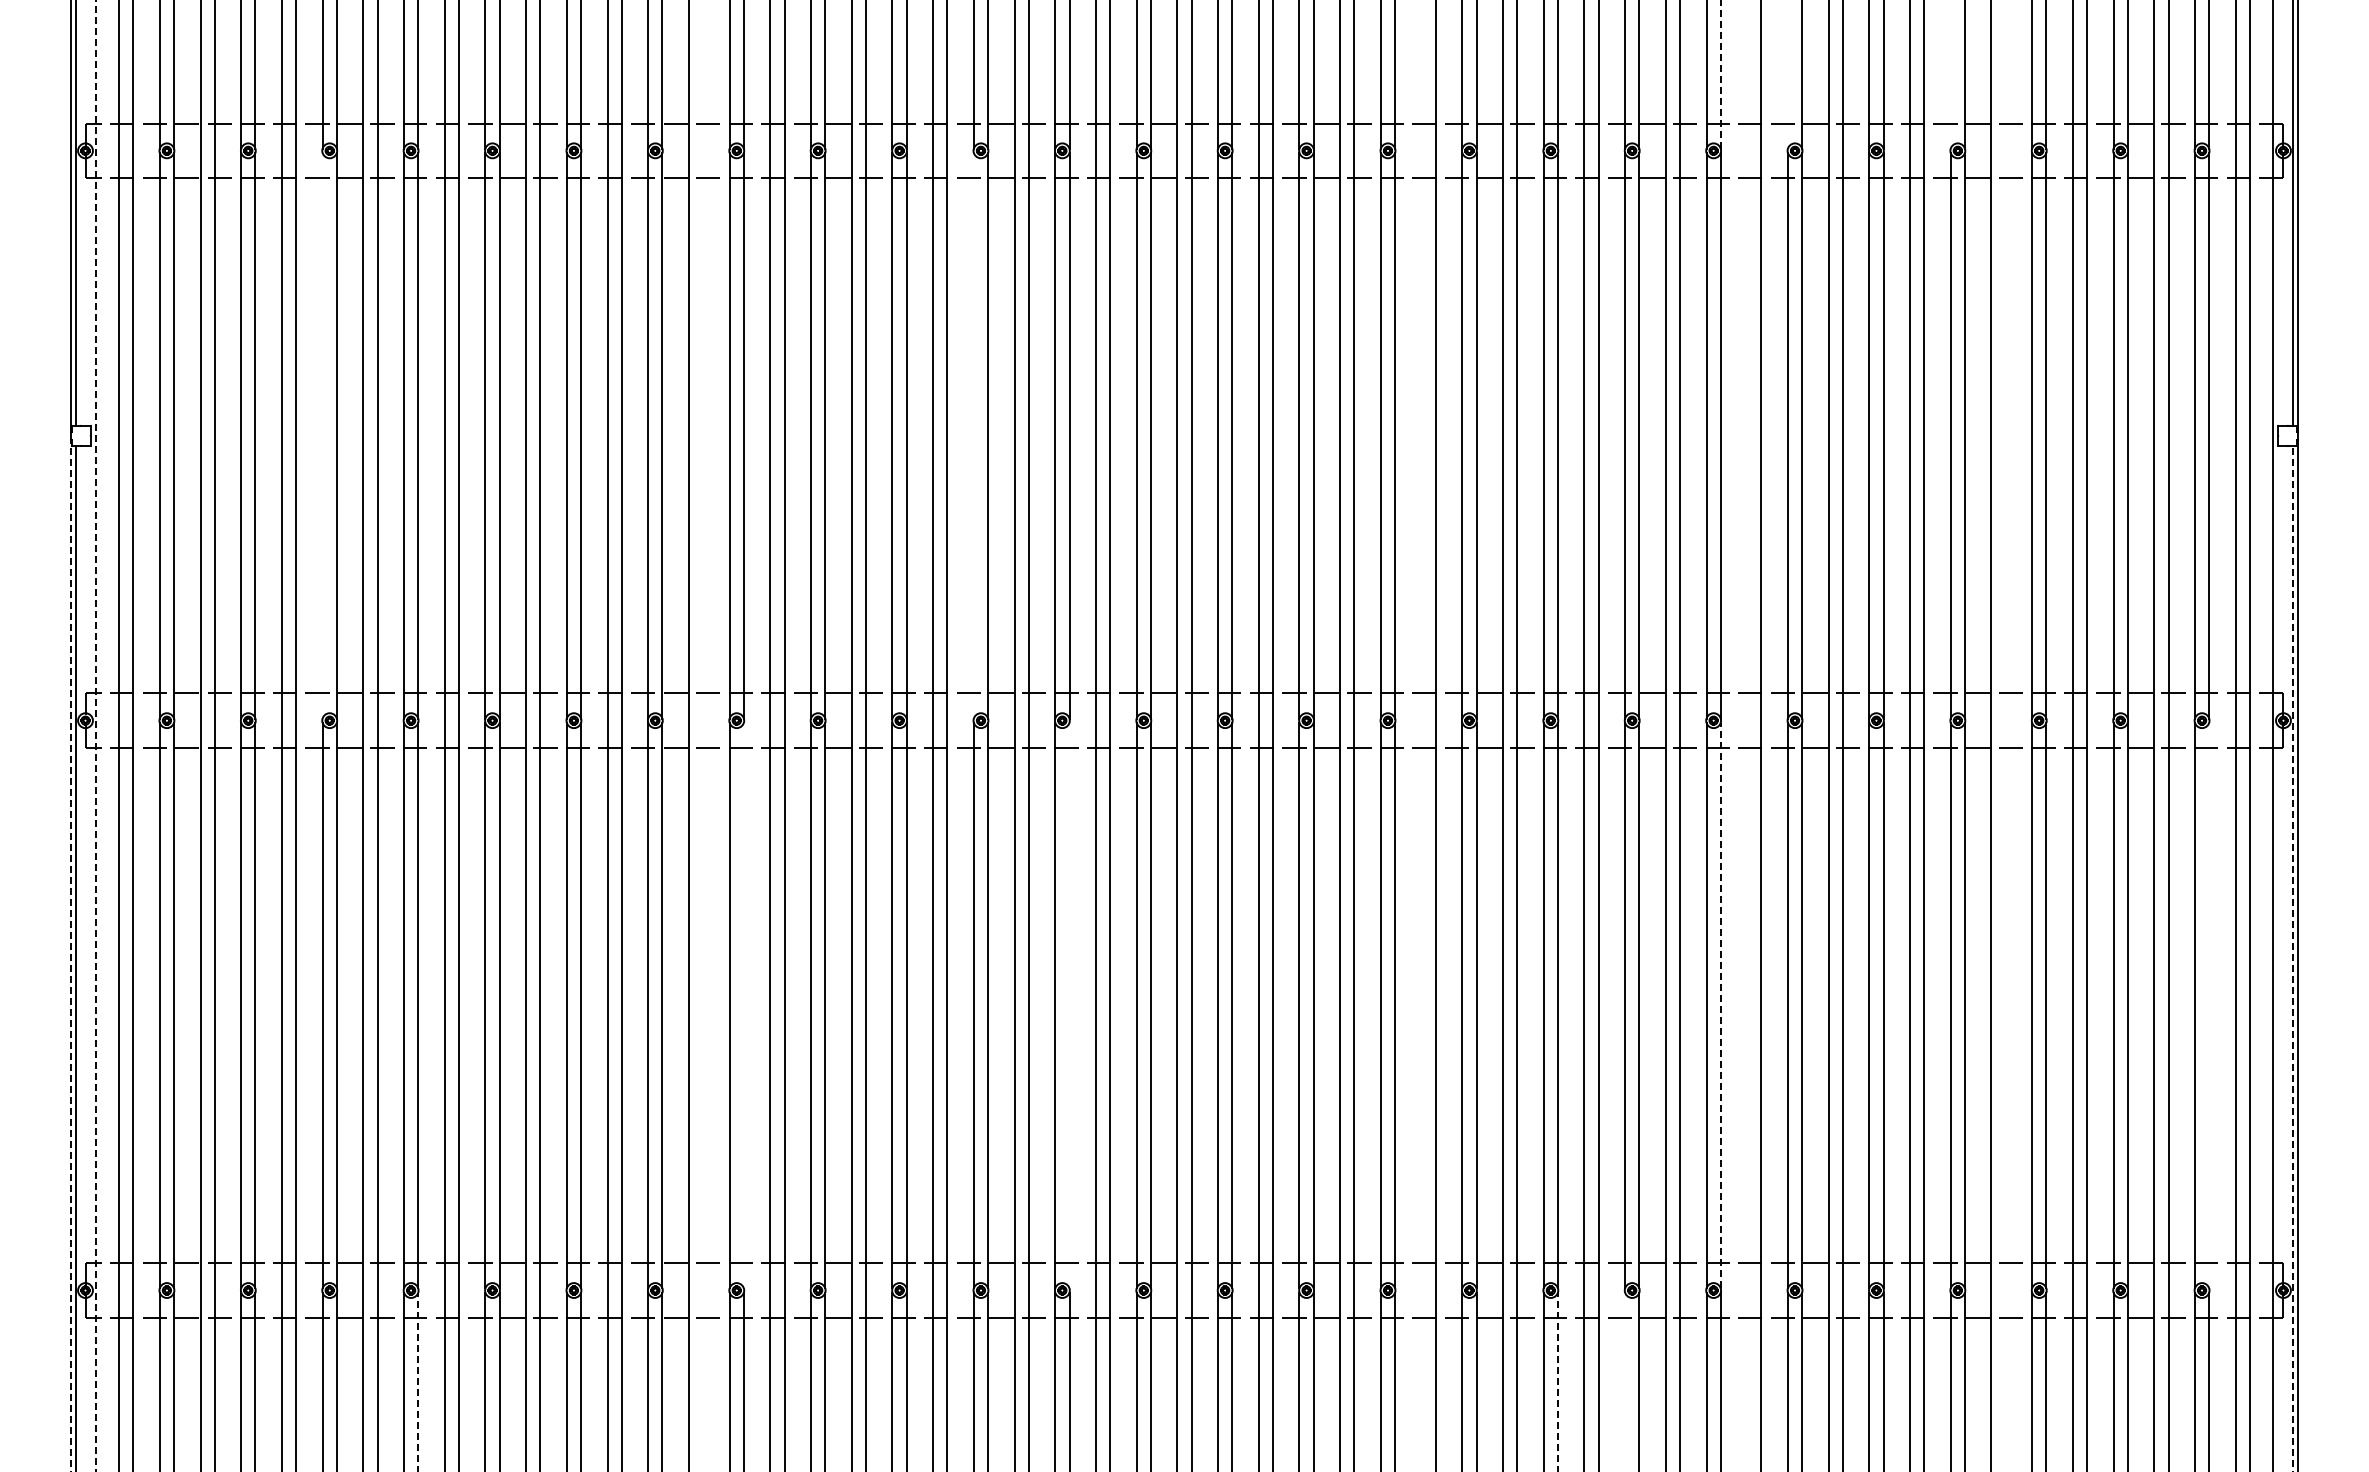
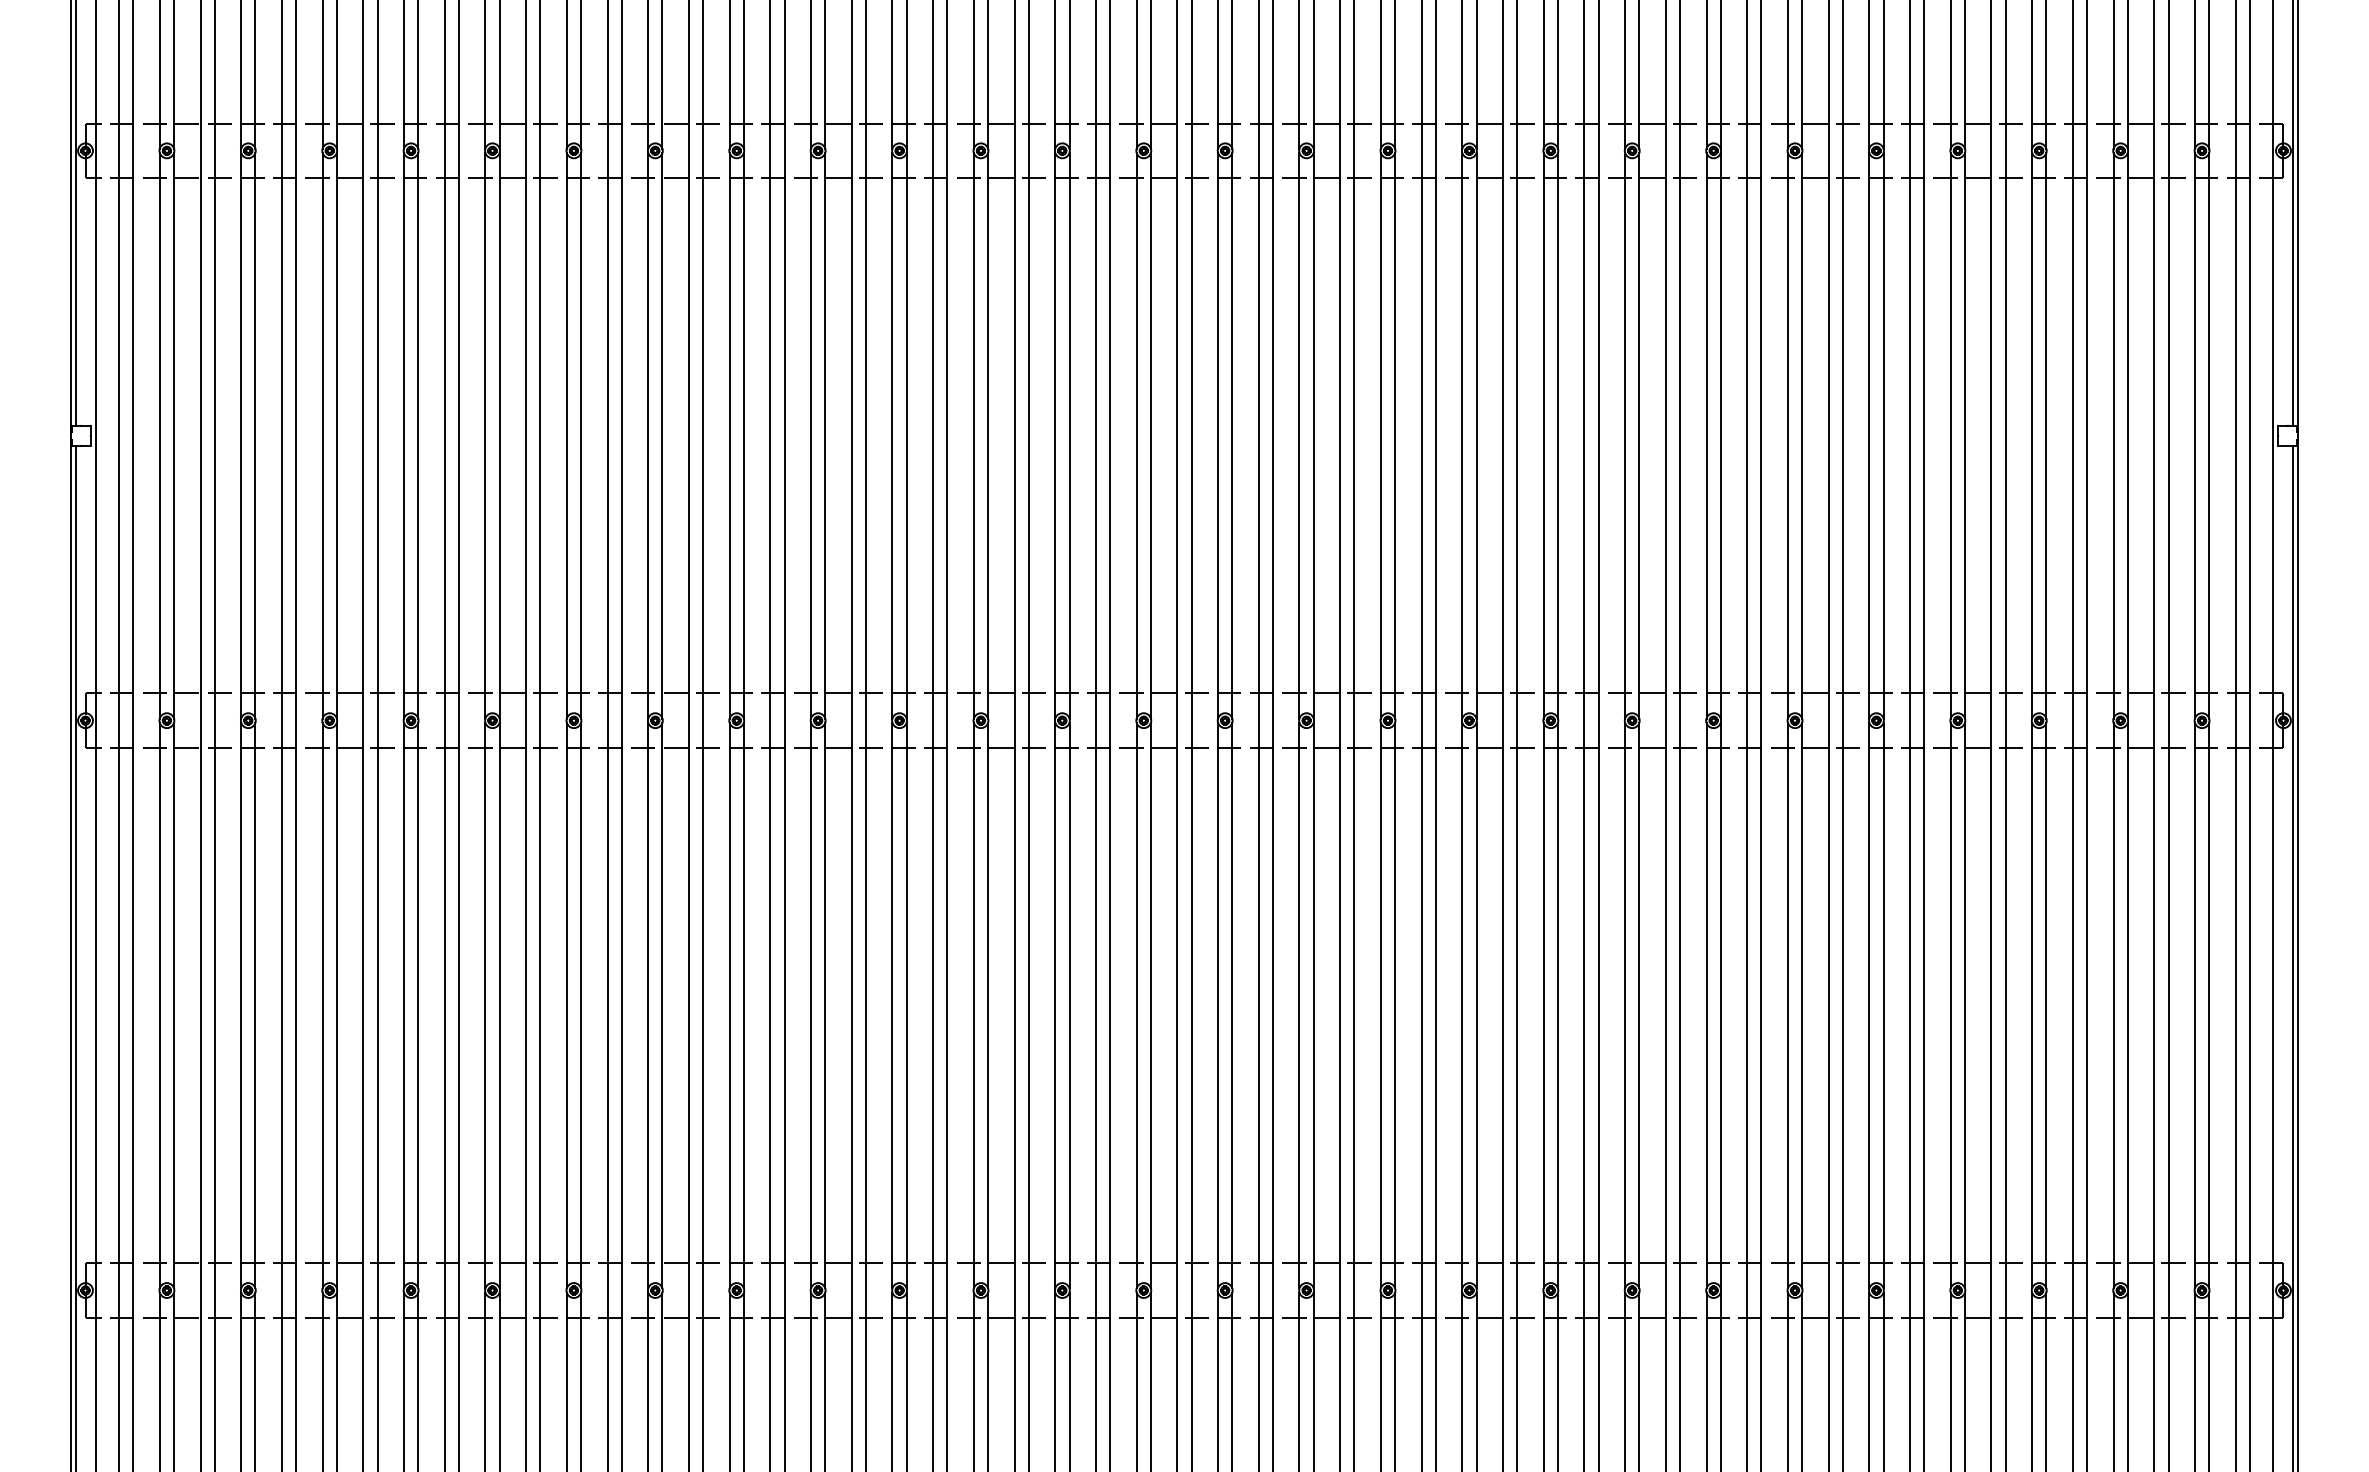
line at (1720, 74): dashed -> solid
line at (1787, 75): none -> present
line at (1950, 75): none -> present
line at (322, 435): none -> present
line at (973, 435): none -> present
line at (96, 735): dashed -> solid
line at (703, 735): none -> present
line at (1421, 735): none -> present
line at (1747, 735): none -> present
line at (2005, 735): none -> present
line at (71, 955): dashed -> solid
line at (2292, 958): dashed -> solid
line at (743, 1005): none -> present
line at (1069, 1005): none -> present
line at (1720, 1005): dashed -> solid
line at (2209, 1005): none -> present
line at (1625, 1380): none -> present
line at (418, 1381): dashed -> solid
line at (1557, 1381): dashed -> solid
